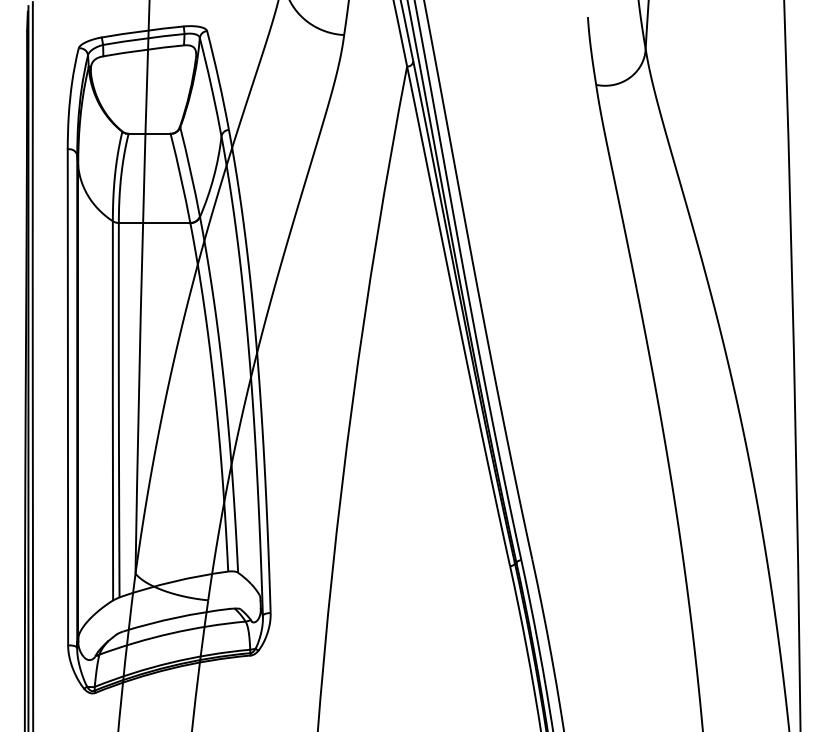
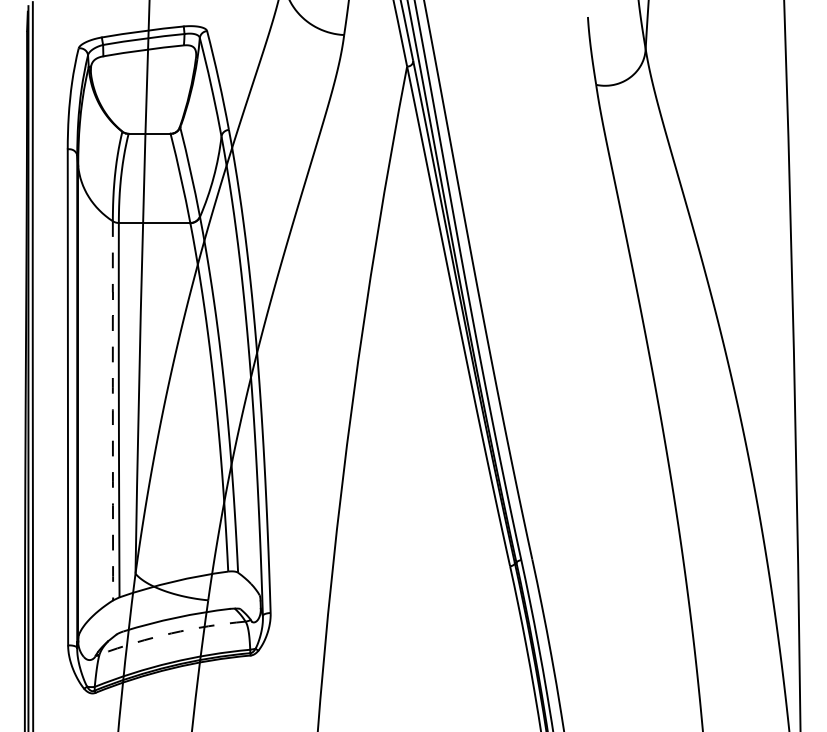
arc at (112, 410): solid -> dashed
arc at (171, 633): solid -> dashed
